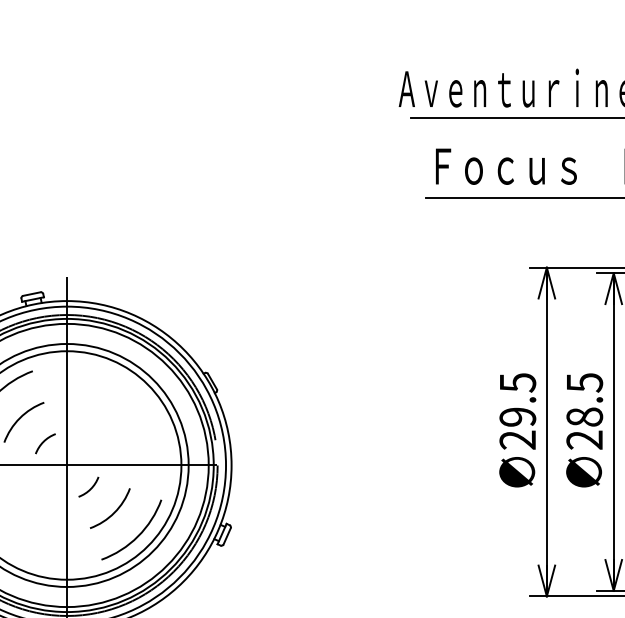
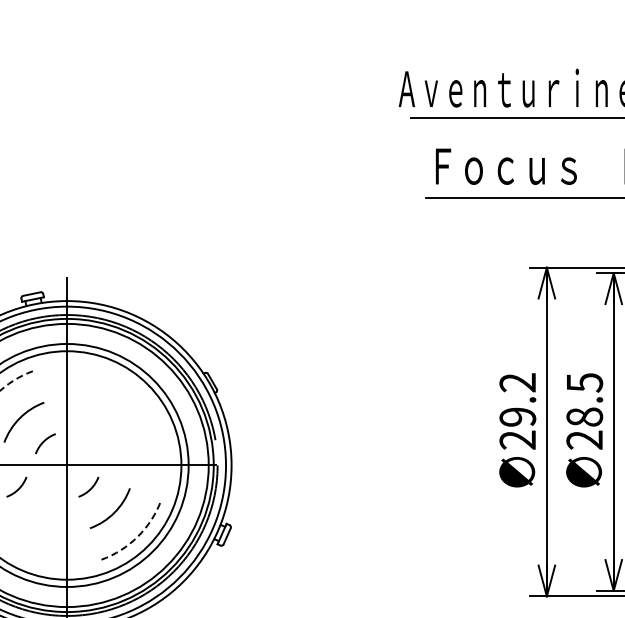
arc at (15, 379): solid -> dashed
text at (517, 382): 29.5 -> 29.2
arc at (18, 488): none -> present
arc at (138, 536): solid -> dashed
